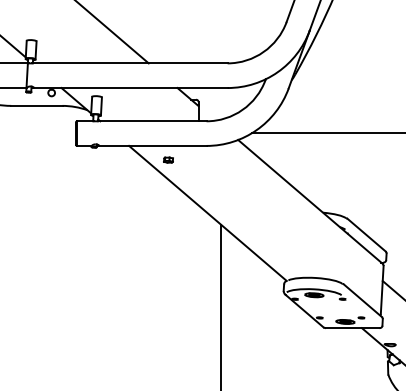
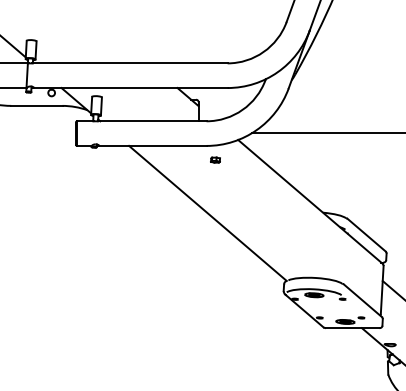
line at (112, 32): present -> none
part at (168, 159) position: (168, 159) -> (215, 159)
line at (221, 305): present -> none
